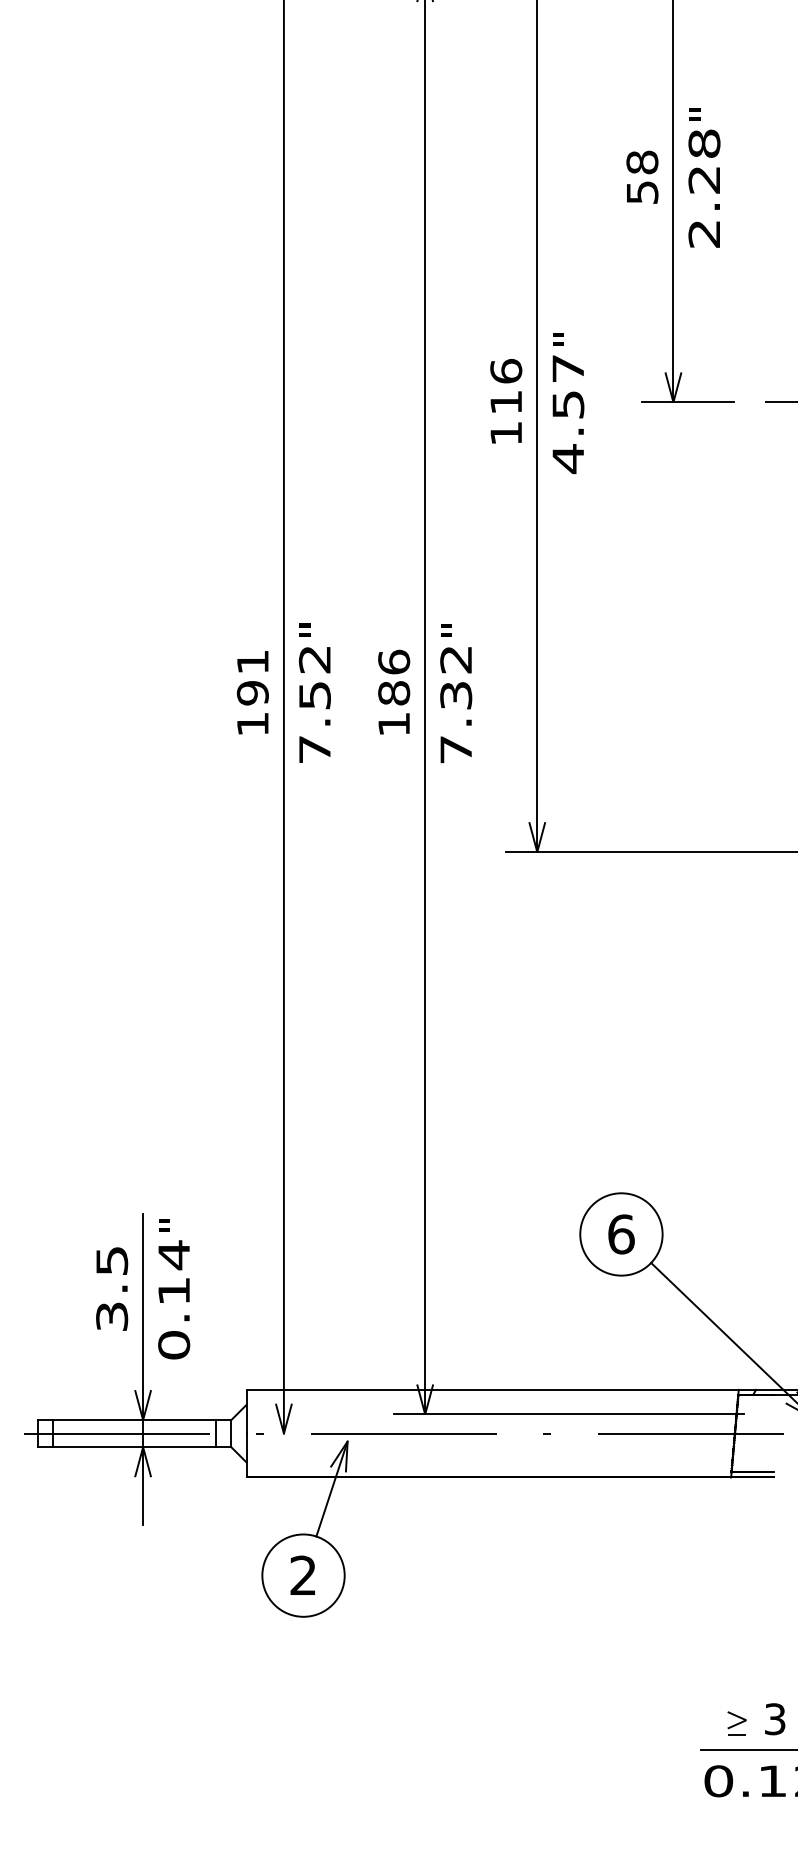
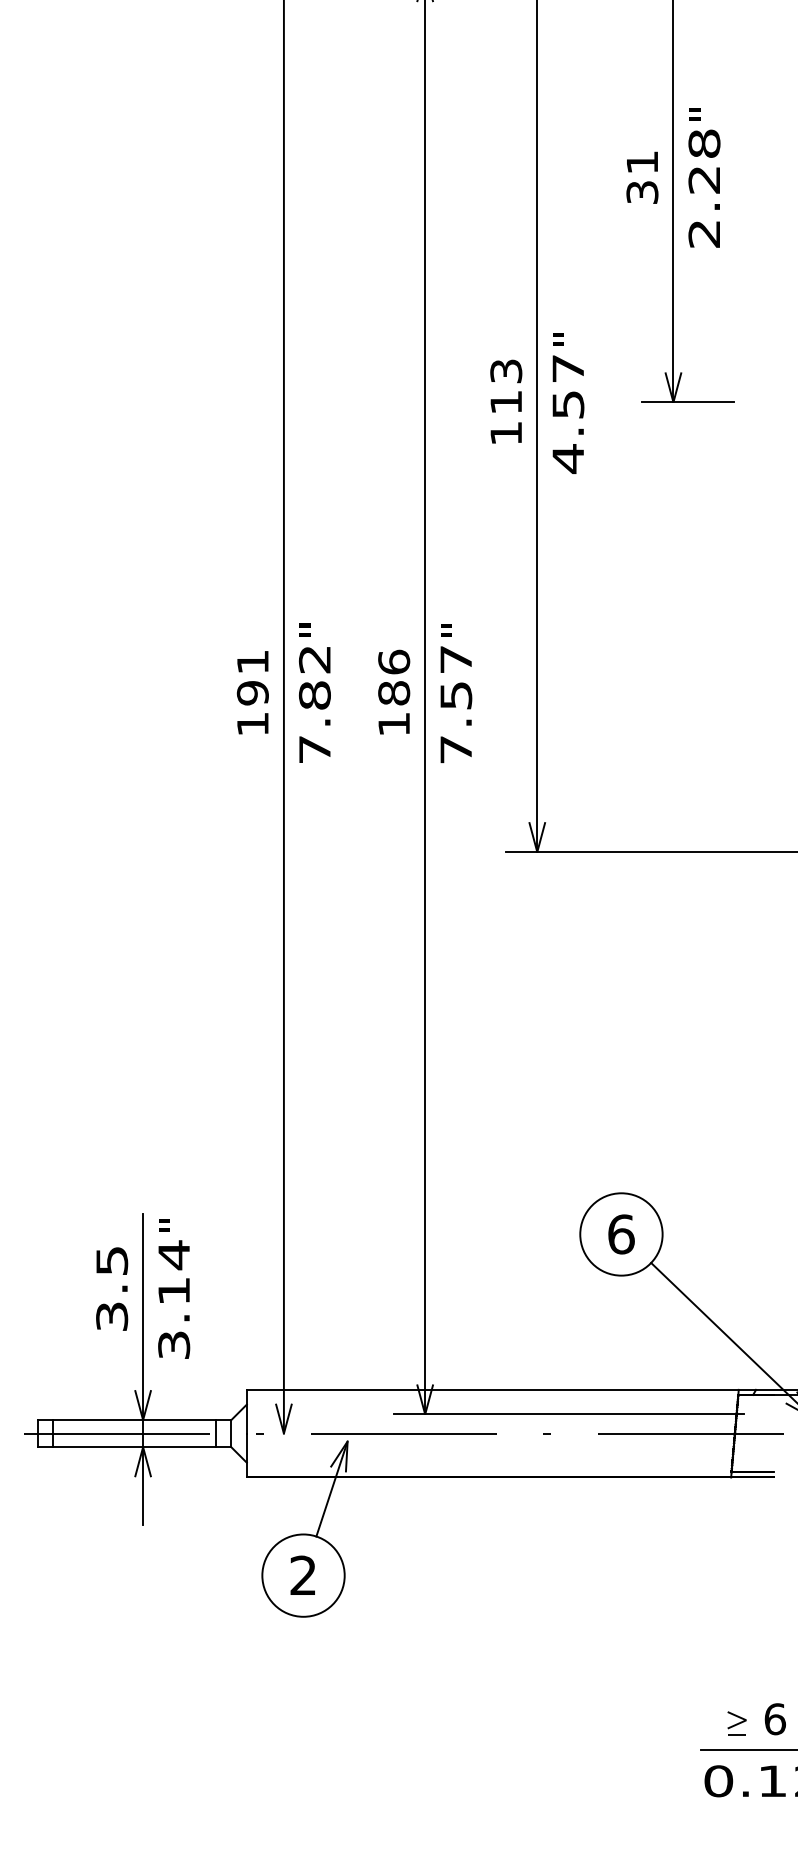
text at (642, 176): 58 -> 31
text at (506, 370): 116 -> 113
line at (779, 402): present -> none
text at (455, 677): 7.32 -> 7.57
text at (314, 695): 7.52 -> 7.82
text at (174, 1345): 0.14 -> 3.14
text at (774, 1719): 3 -> 6
